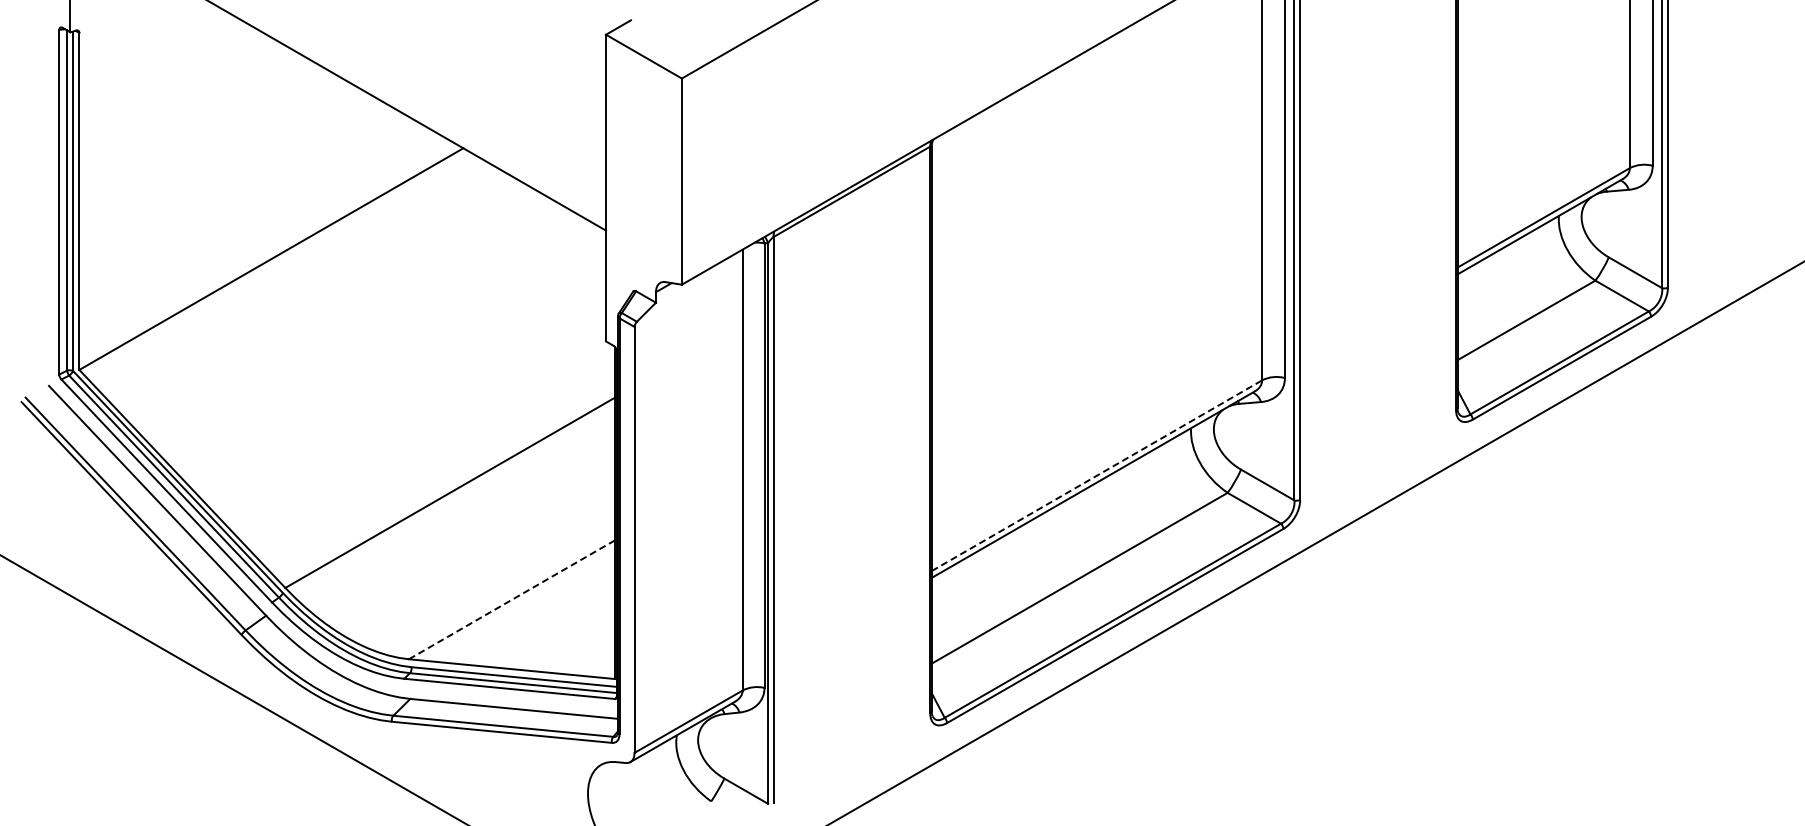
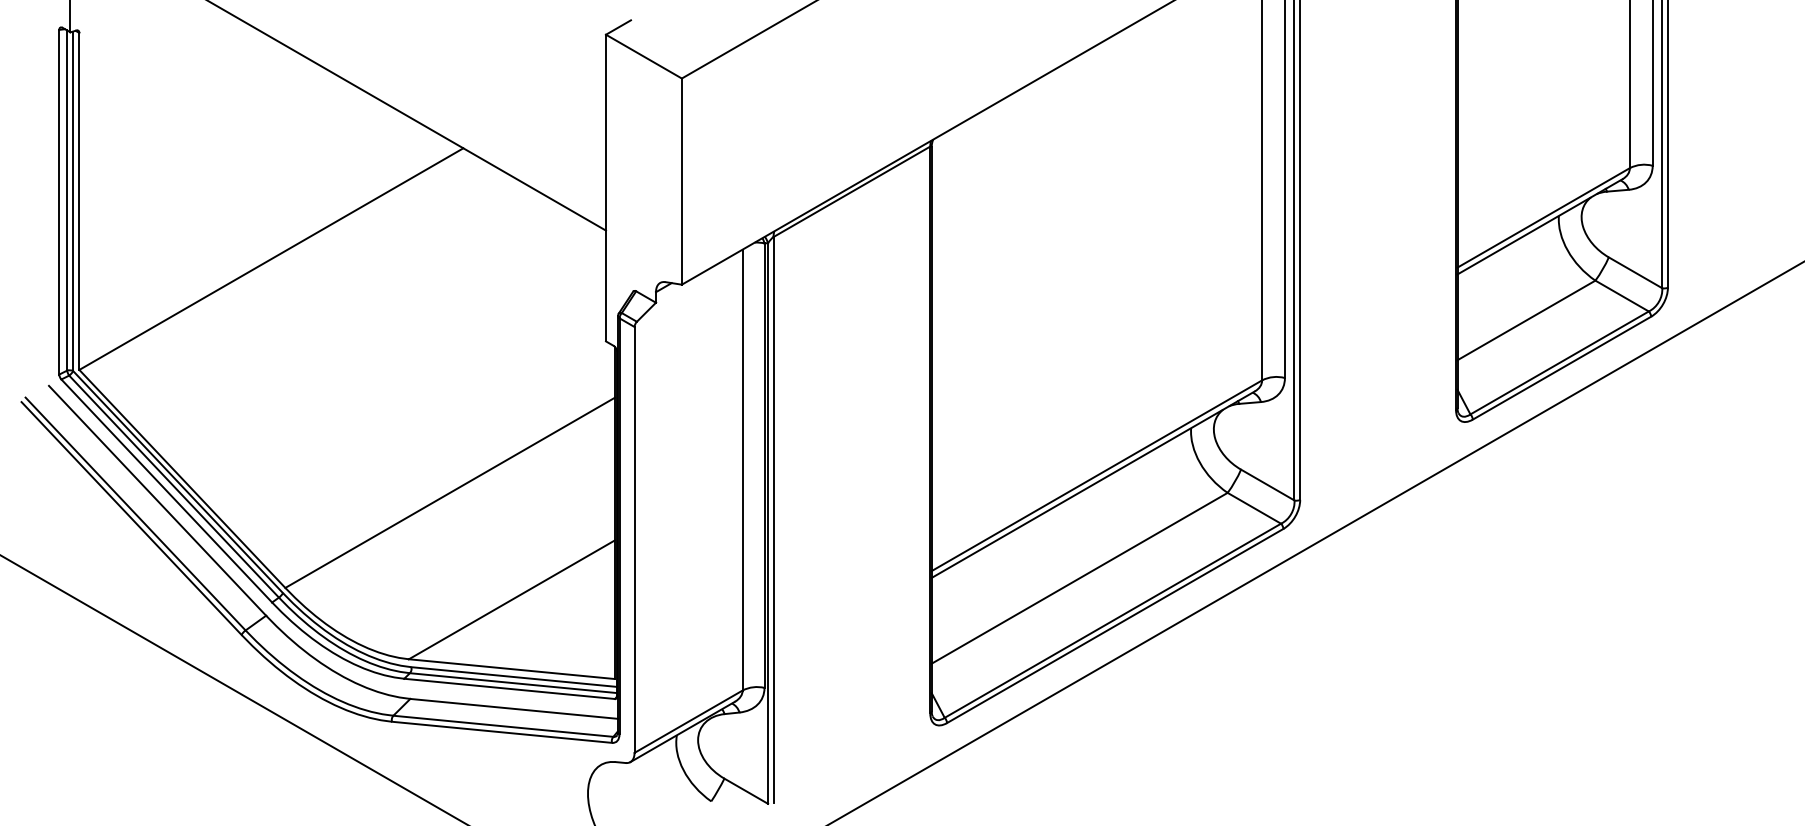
line at (1096, 475): dashed -> solid
line at (511, 599): dashed -> solid
